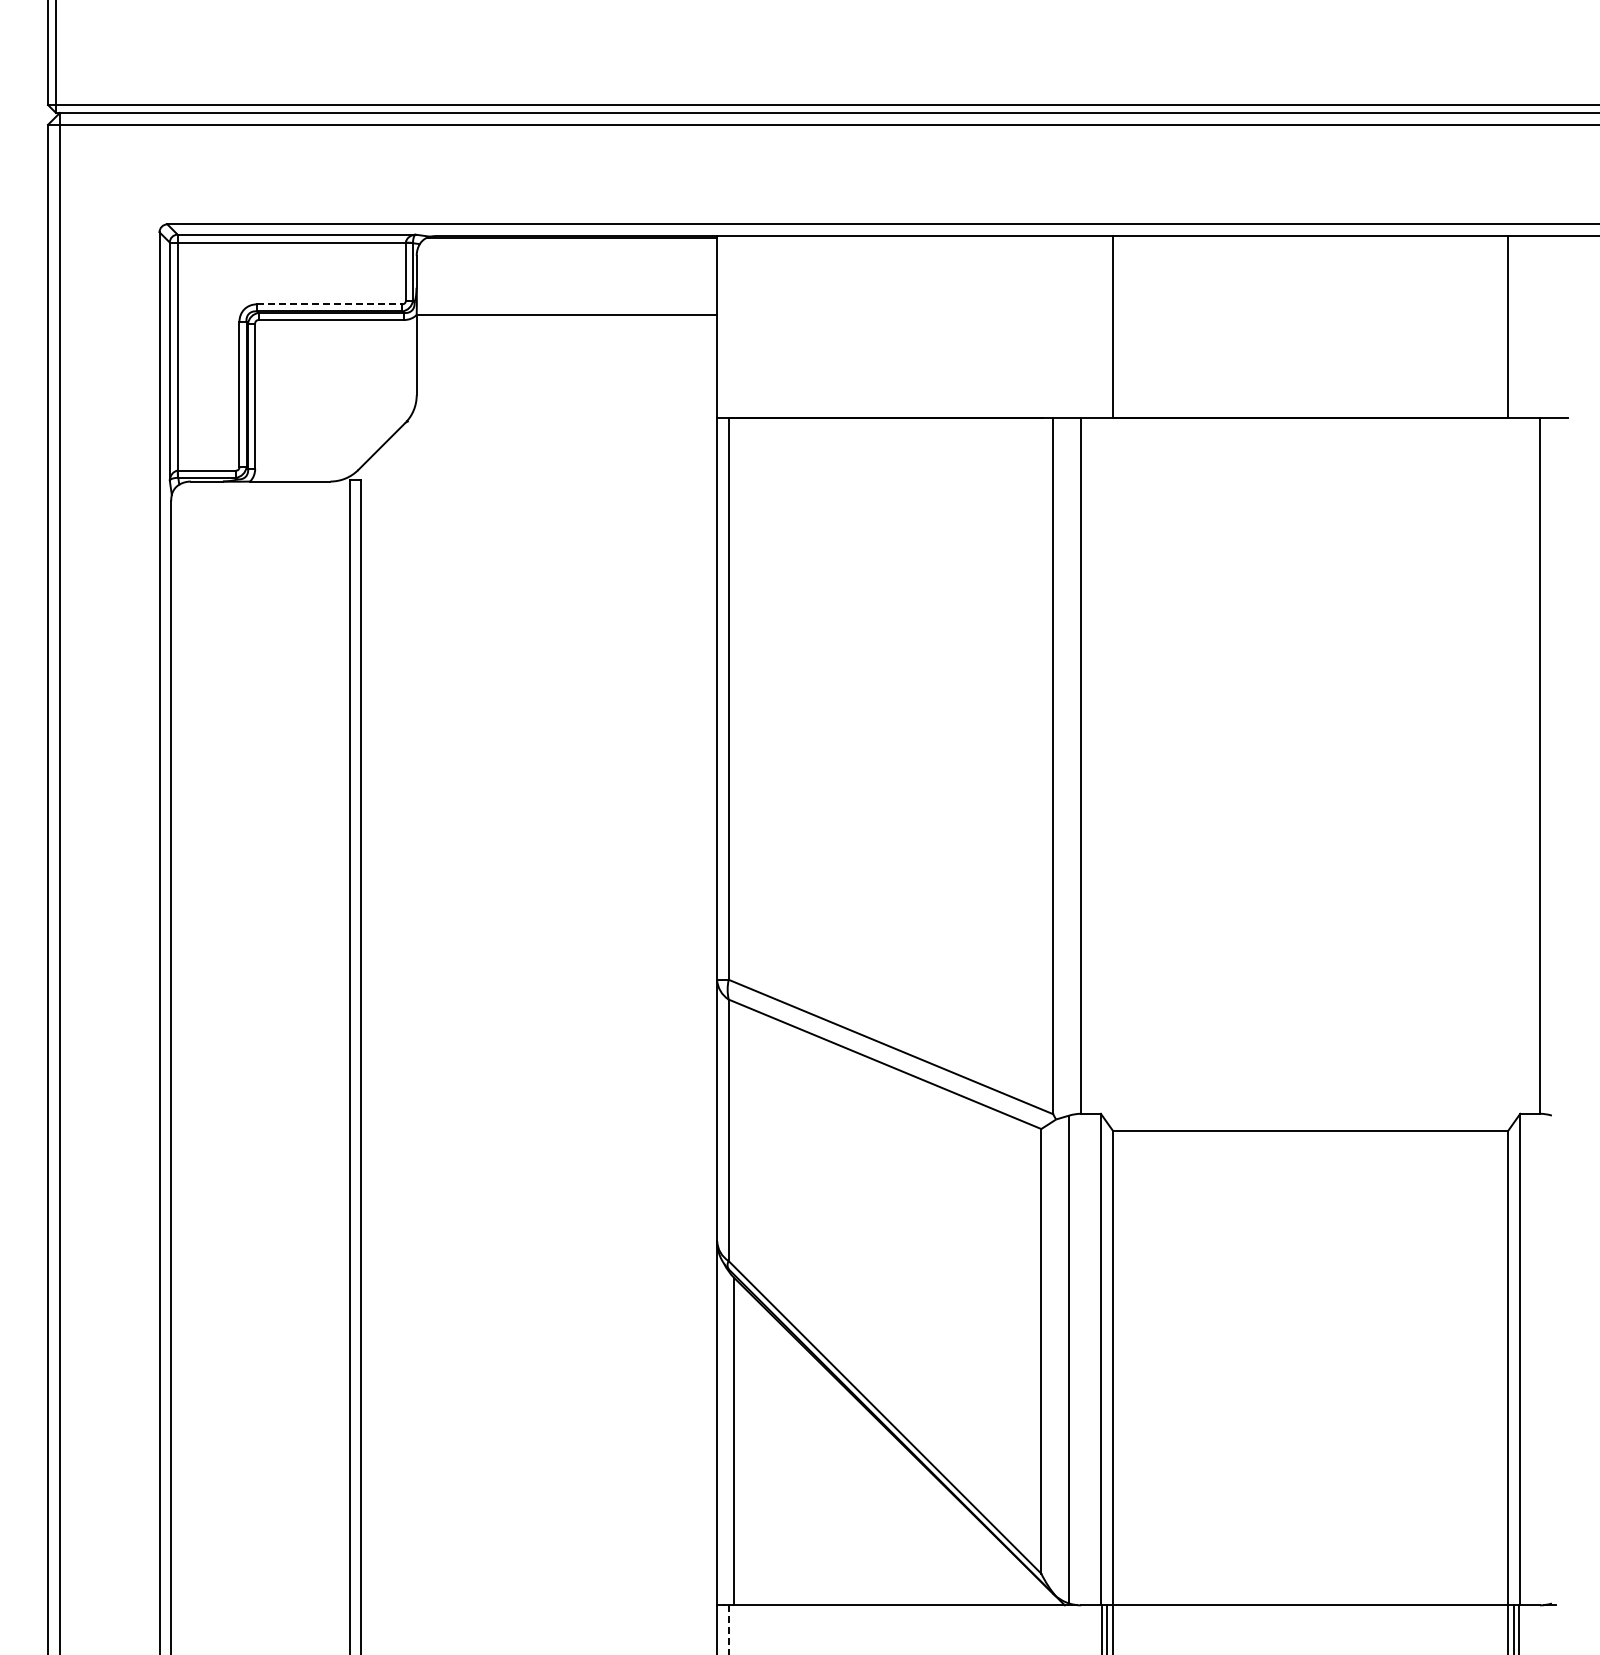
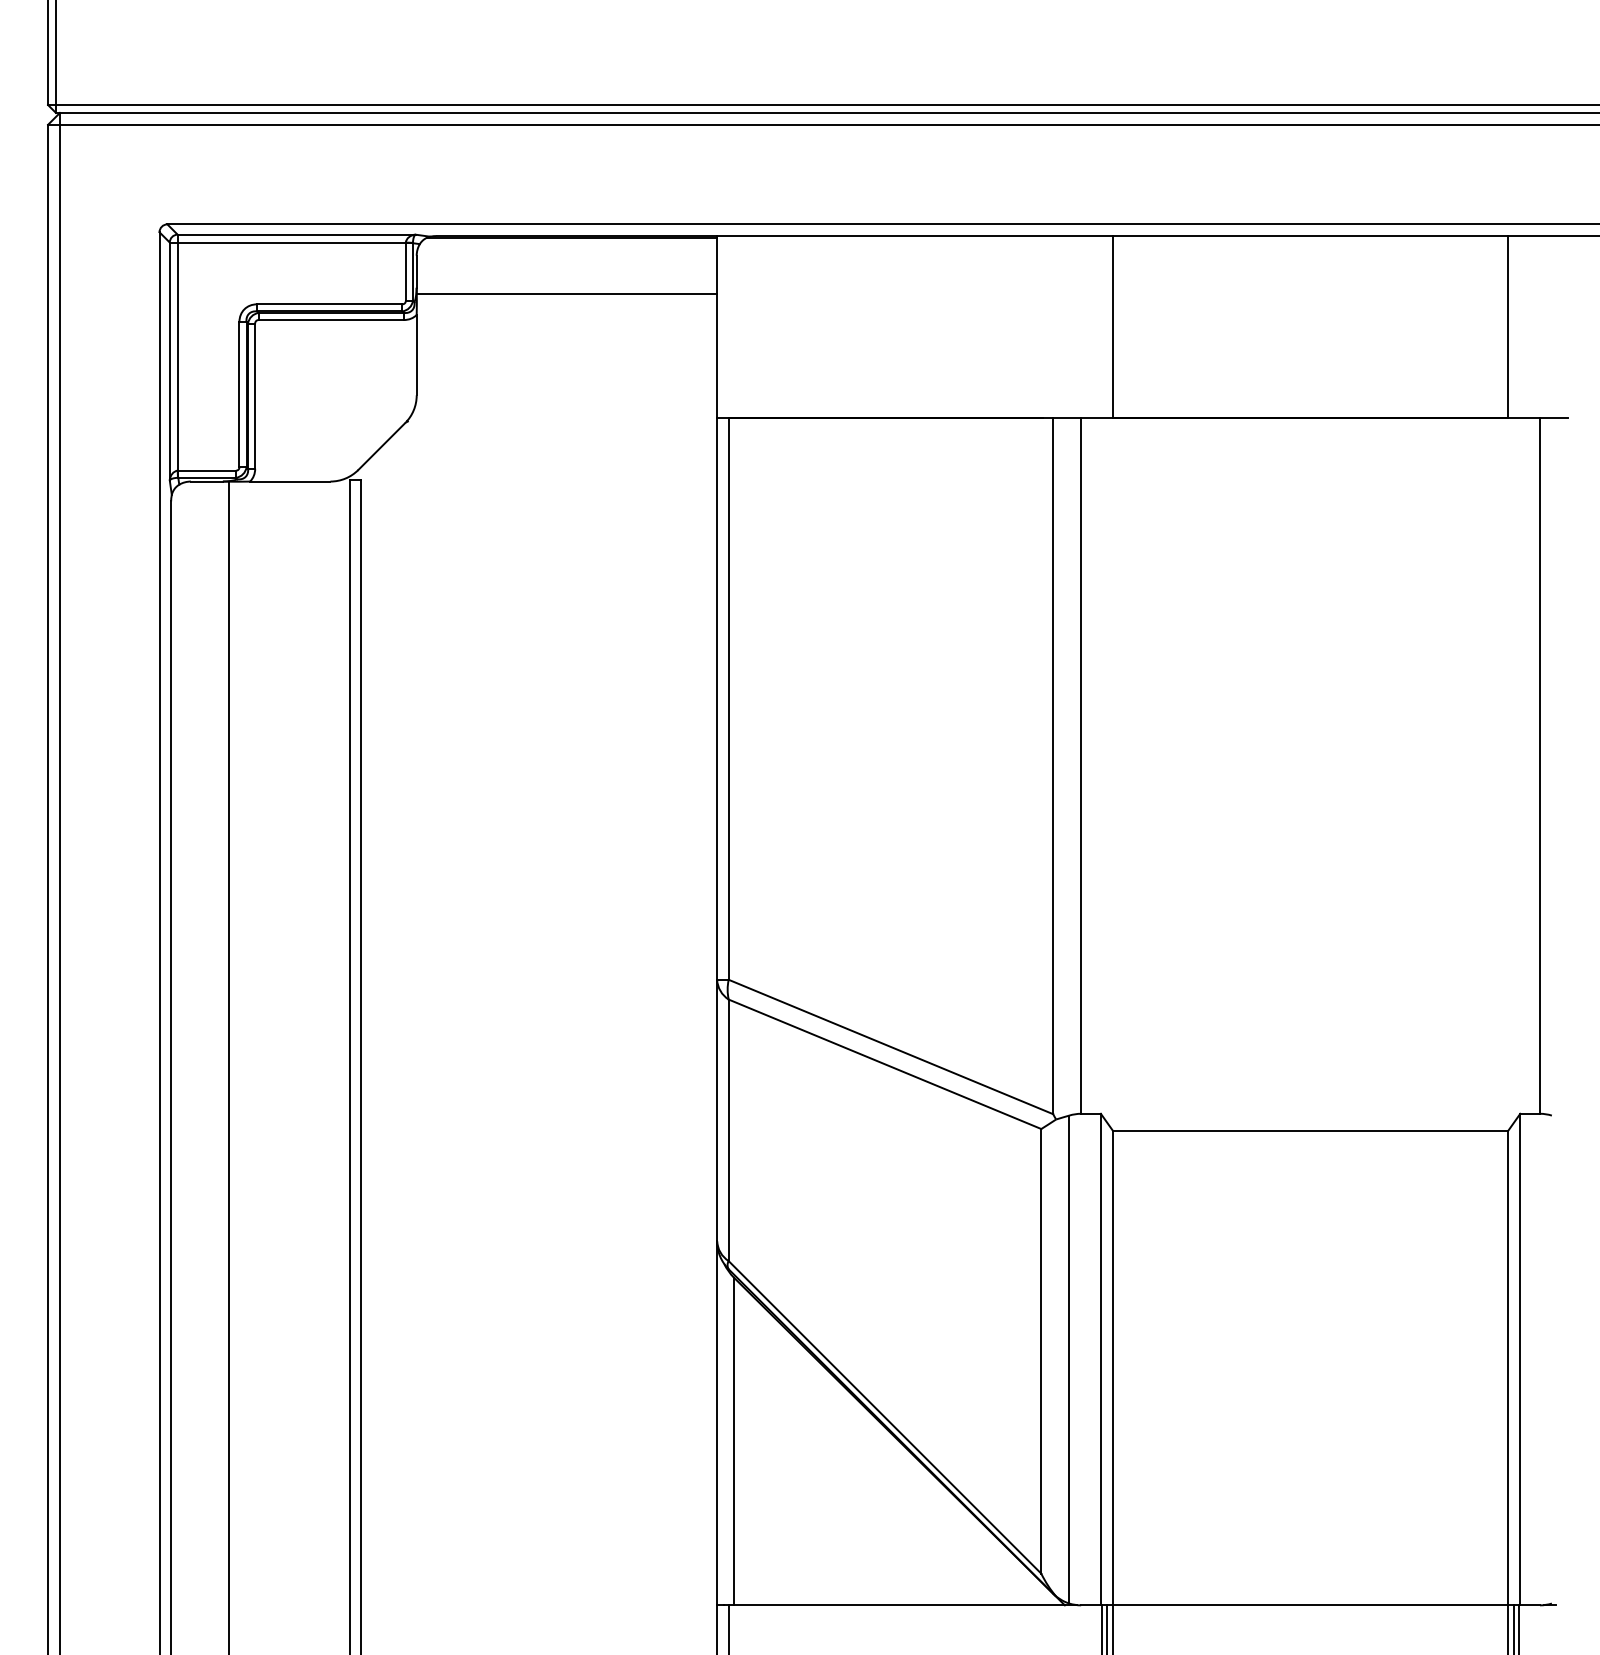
line at (329, 304): dashed -> solid
line at (566, 315) position: (566, 315) -> (566, 294)
line at (229, 1066): none -> present
line at (728, 1630): dashed -> solid
